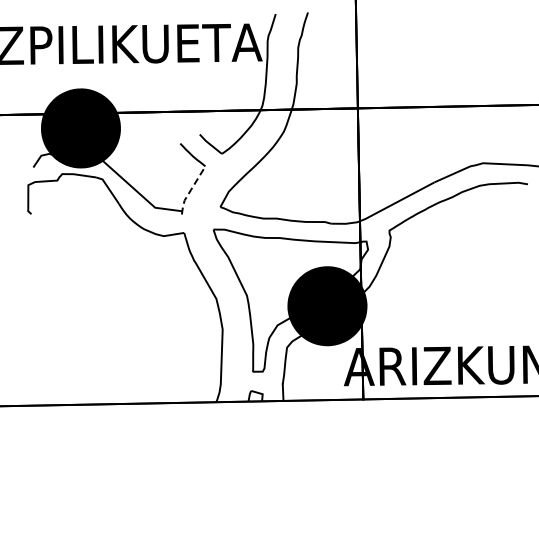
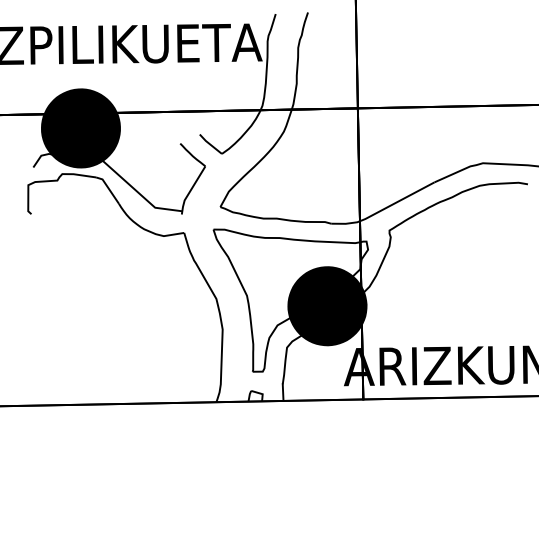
line at (190, 190): dashed -> solid
